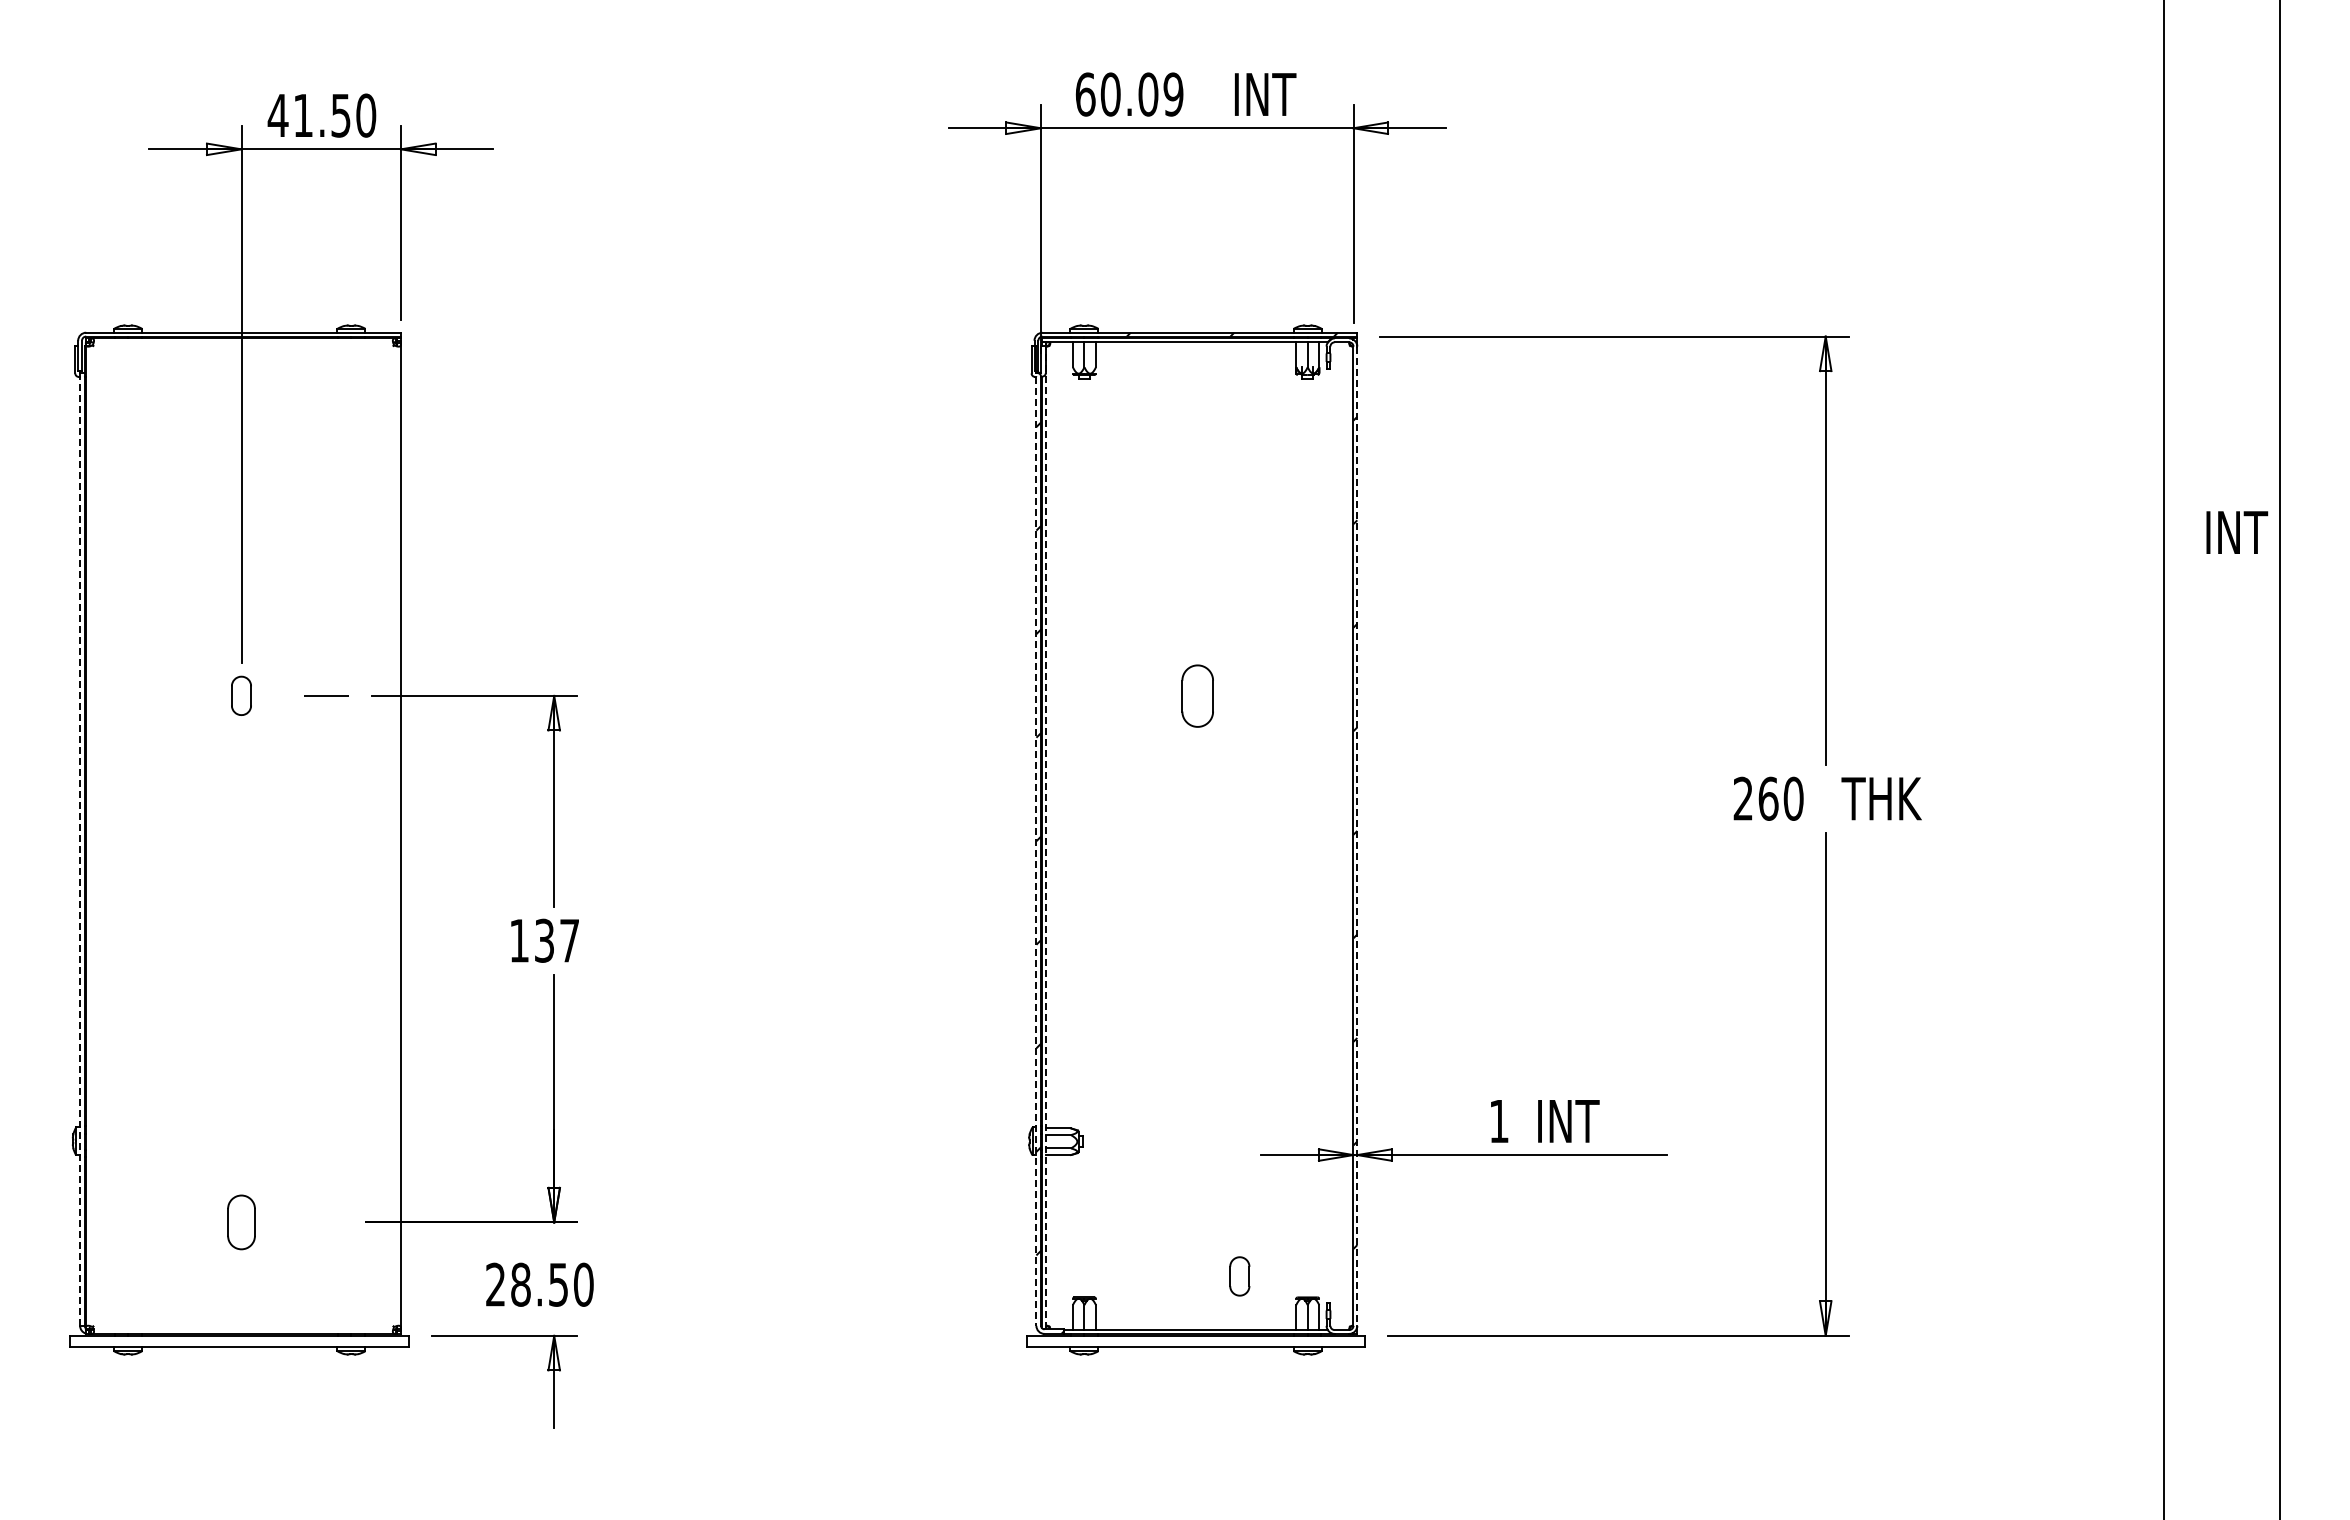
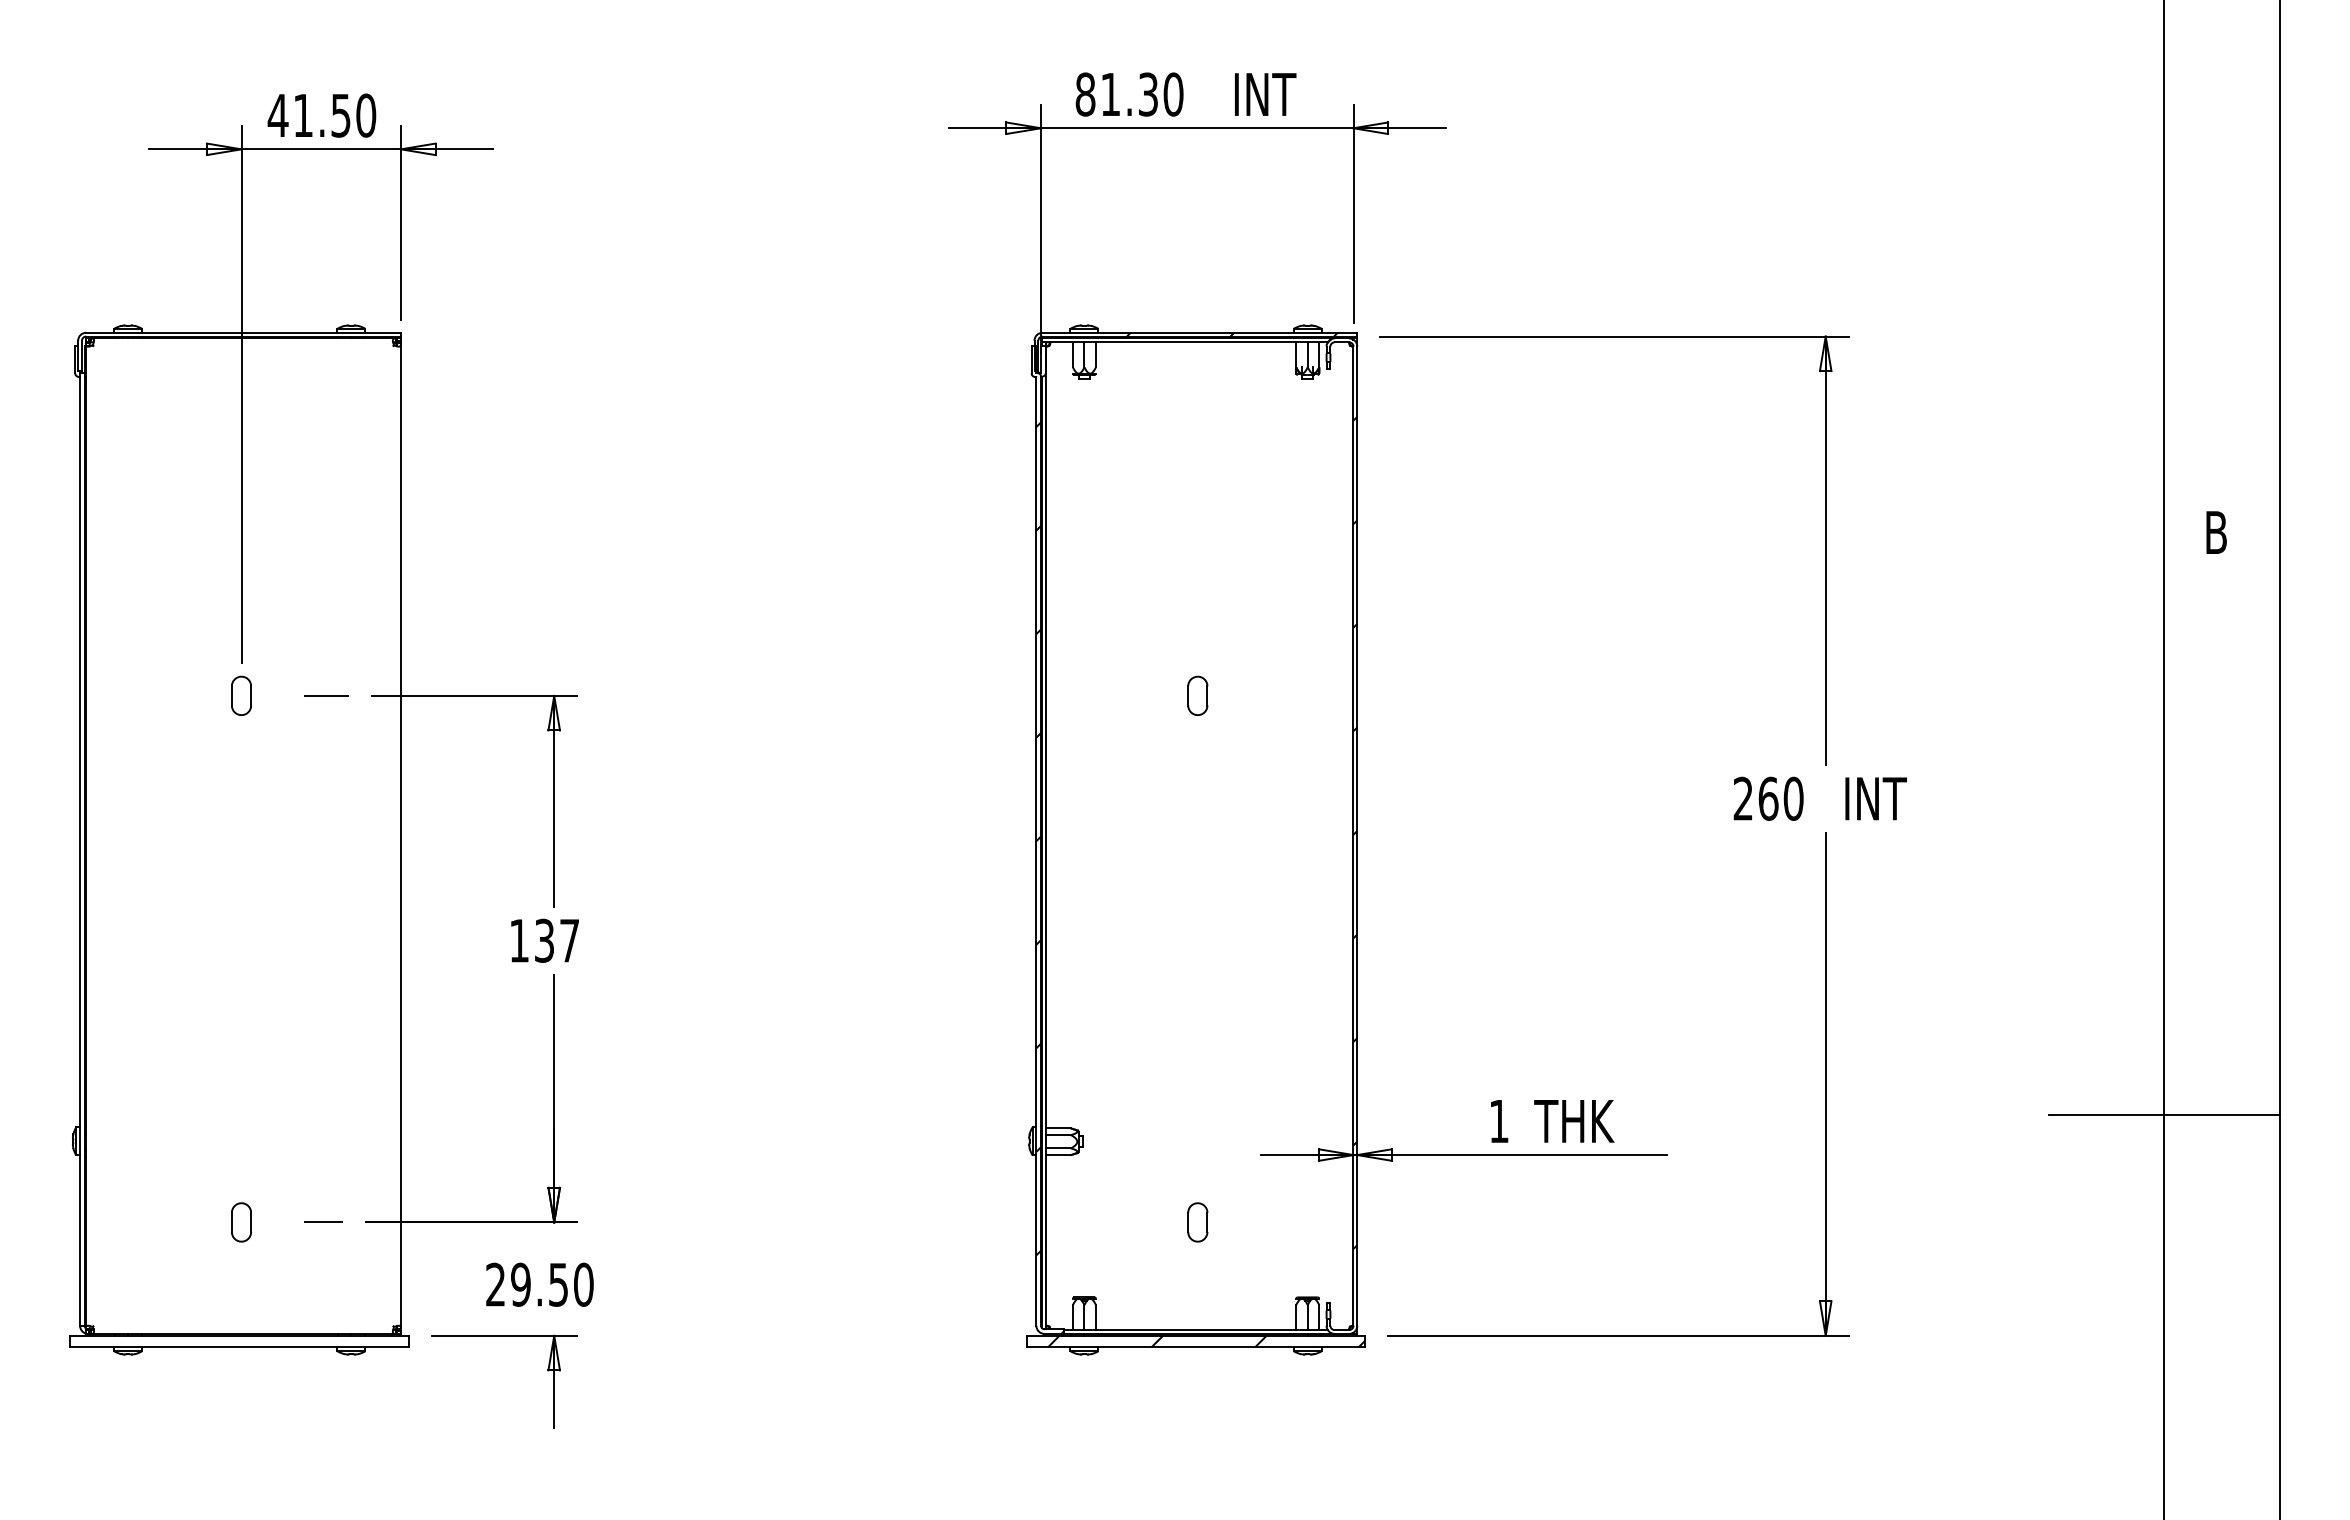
text at (1129, 94): 60.09 -> 81.30
text at (2239, 532): INT -> B
part at (1197, 695) size: 33x64 px -> 22x41 px
text at (1881, 798): THK -> INT
line at (1046, 835): dashed -> solid
line at (1357, 836): dashed -> solid
line at (80, 849): dashed -> solid
line at (1036, 851): dashed -> solid
line at (2163, 1114): none -> present
text at (1574, 1121): INT -> THK
part at (241, 1222) size: 29x57 px -> 21x41 px
line at (323, 1222): none -> present
part at (1239, 1276) position: (1239, 1276) -> (1197, 1222)
text at (520, 1284): 28.50 -> 29.50
hatch at (1206, 1341): none -> present
